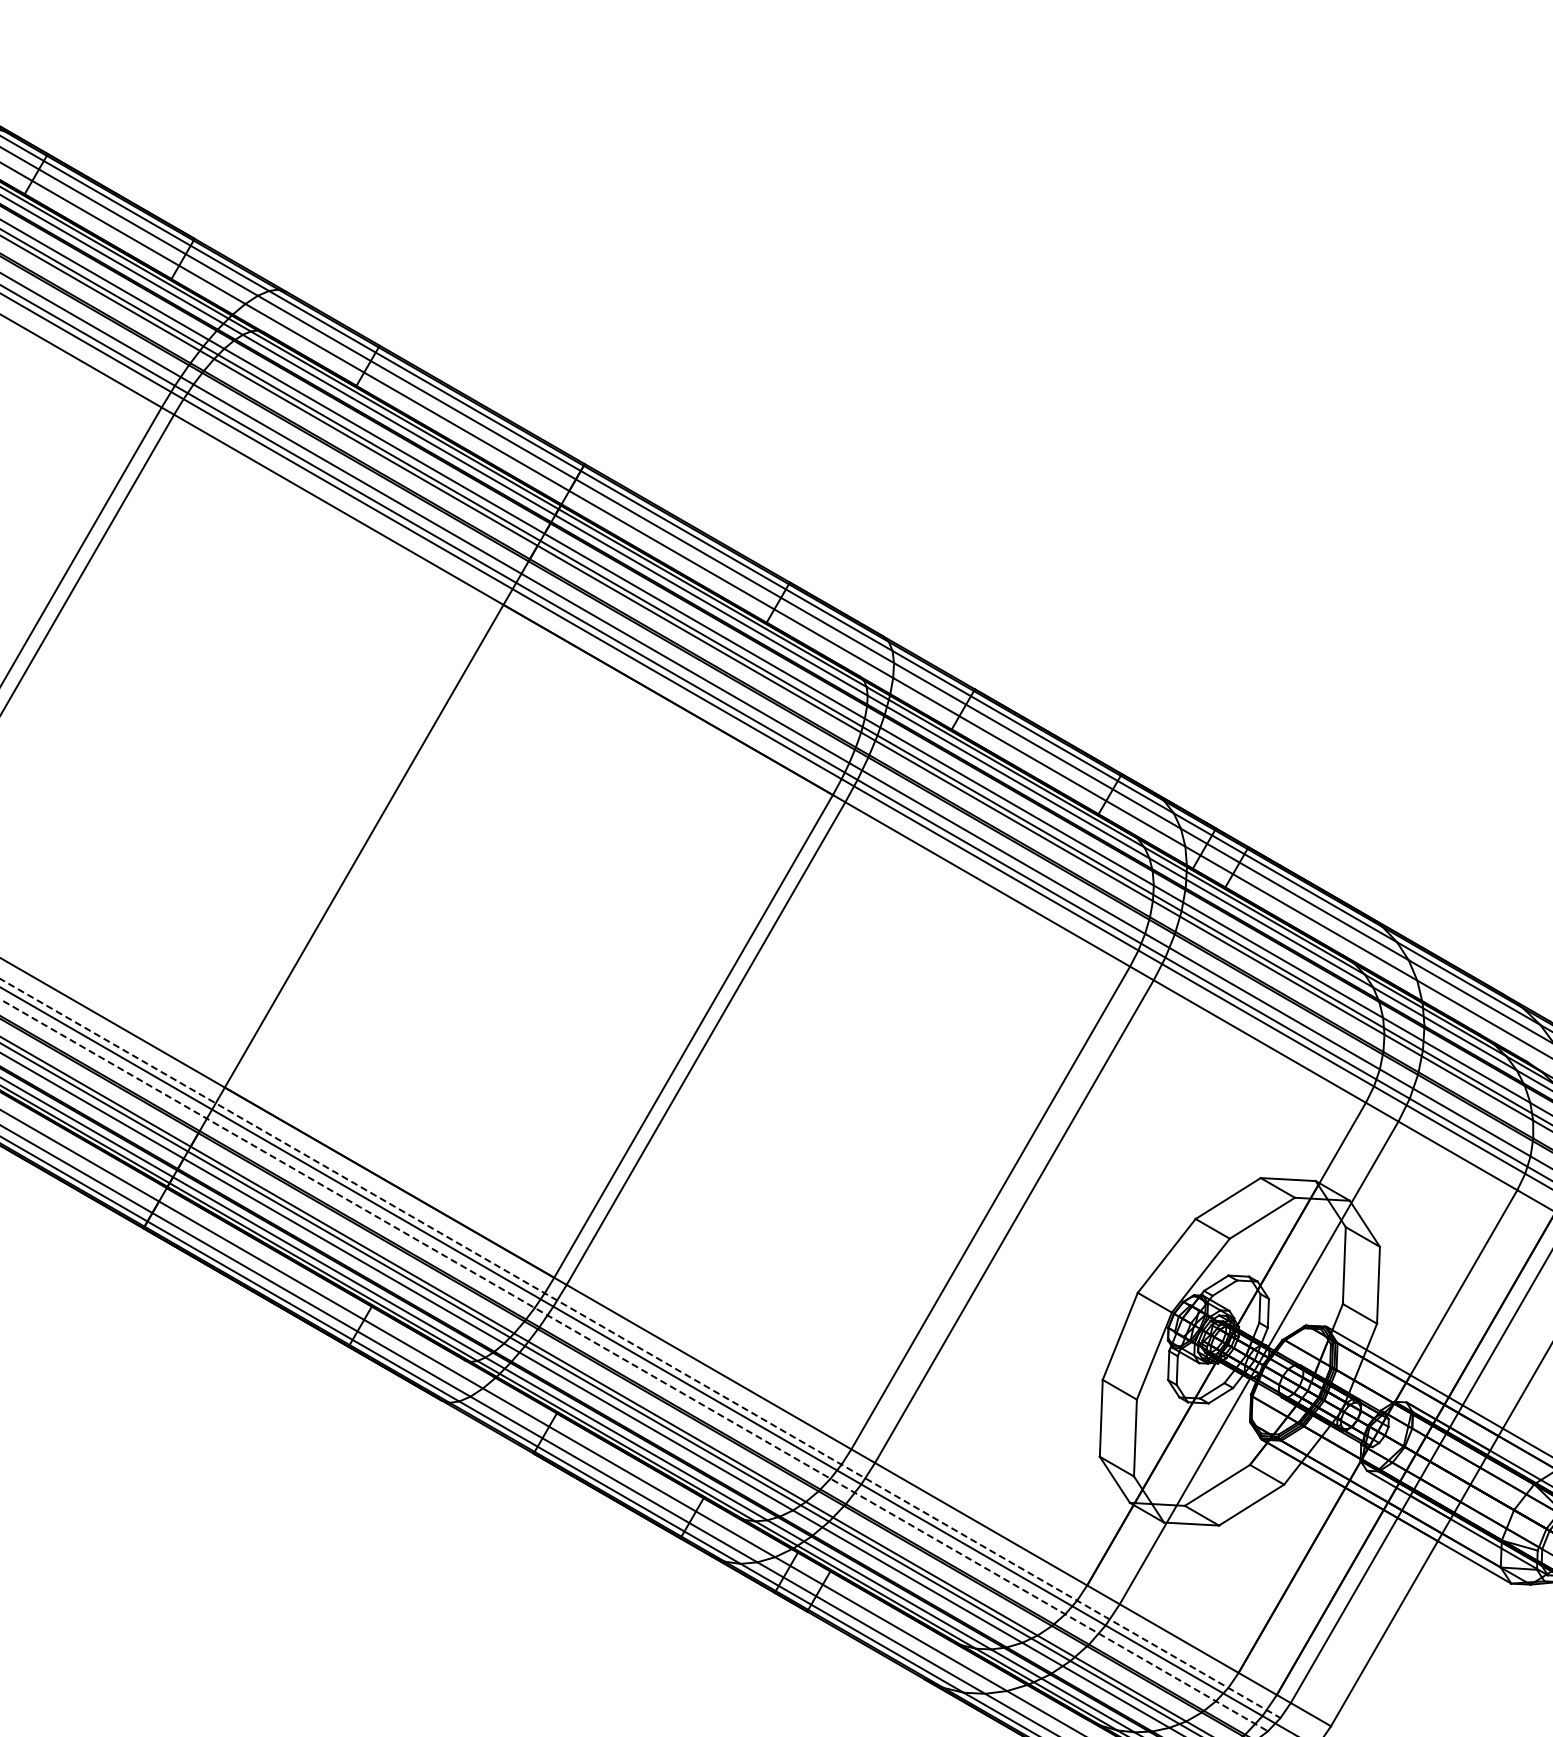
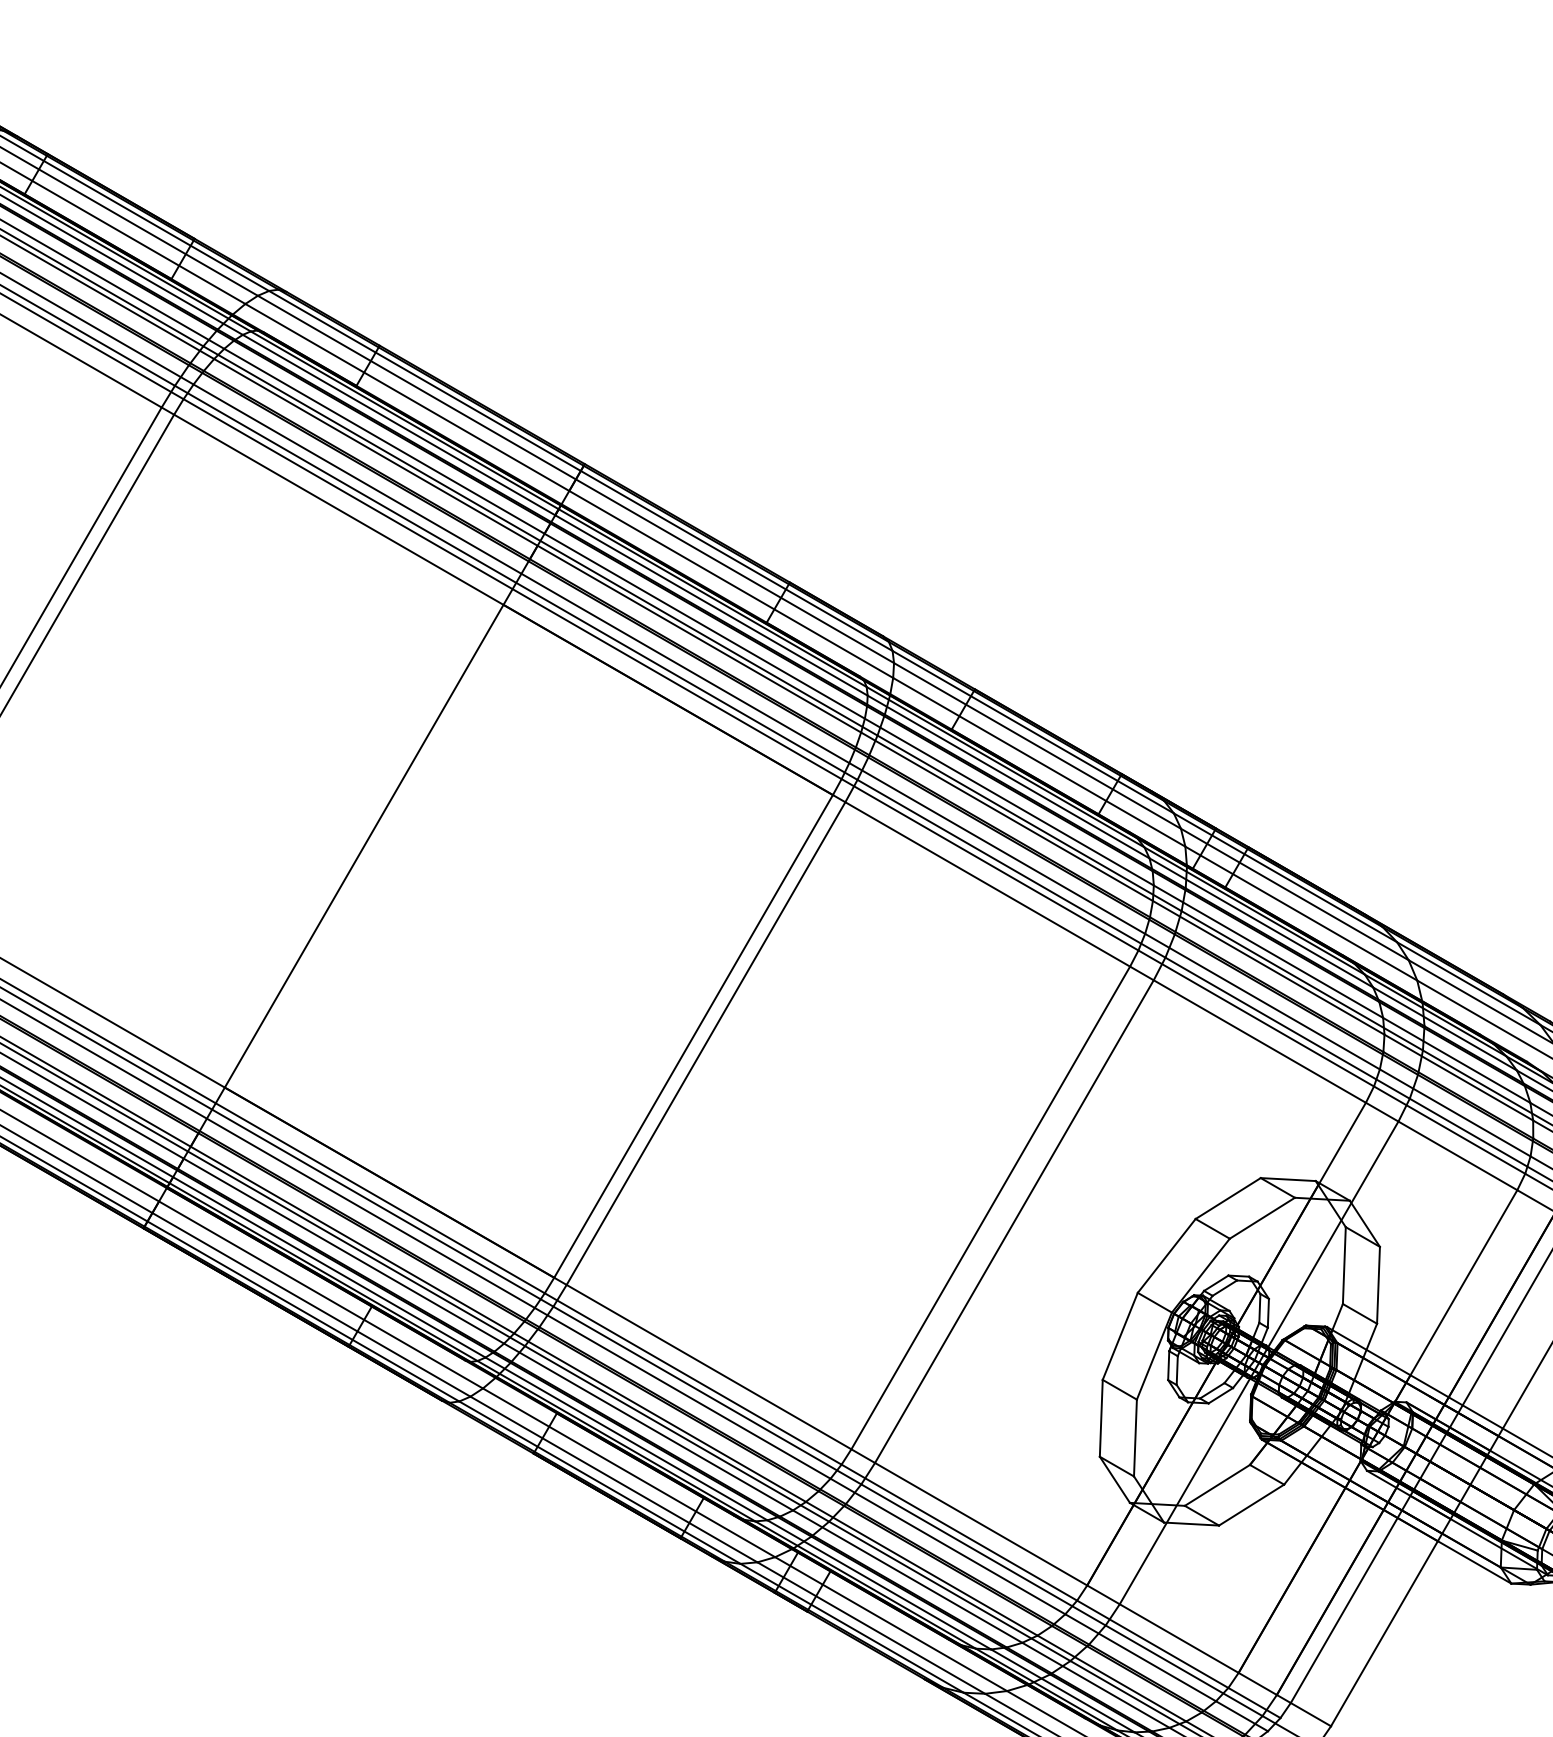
line at (640, 1348): dashed -> solid
line at (634, 1365): dashed -> solid
